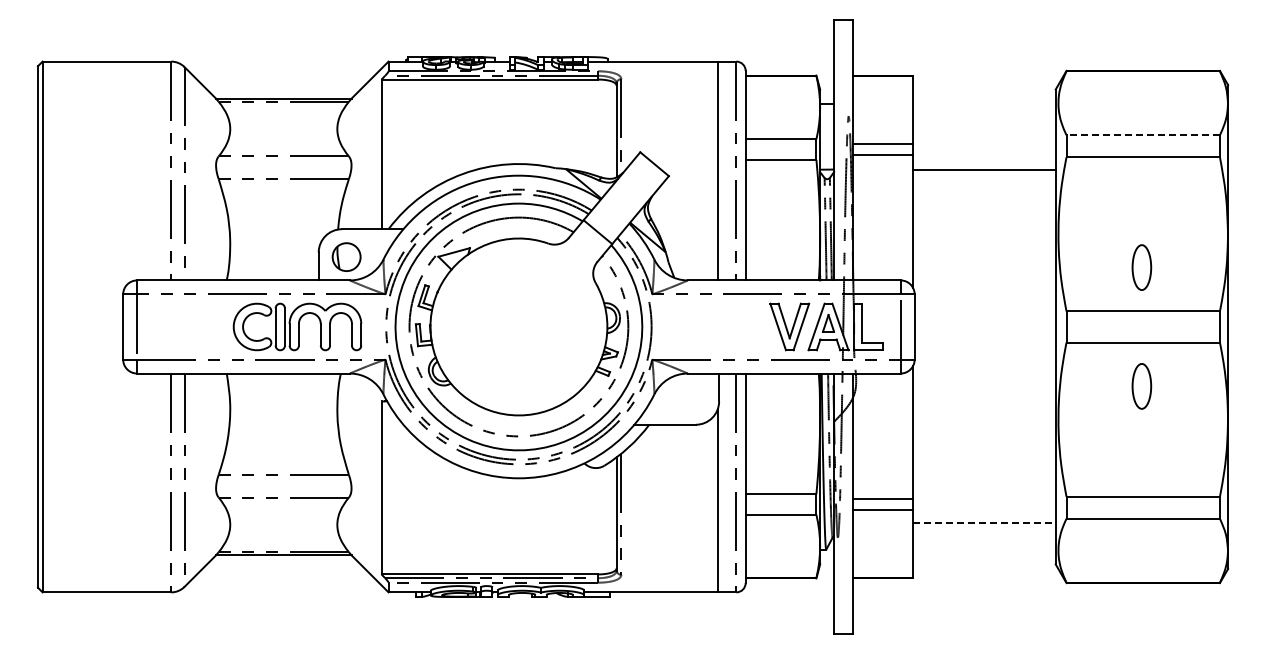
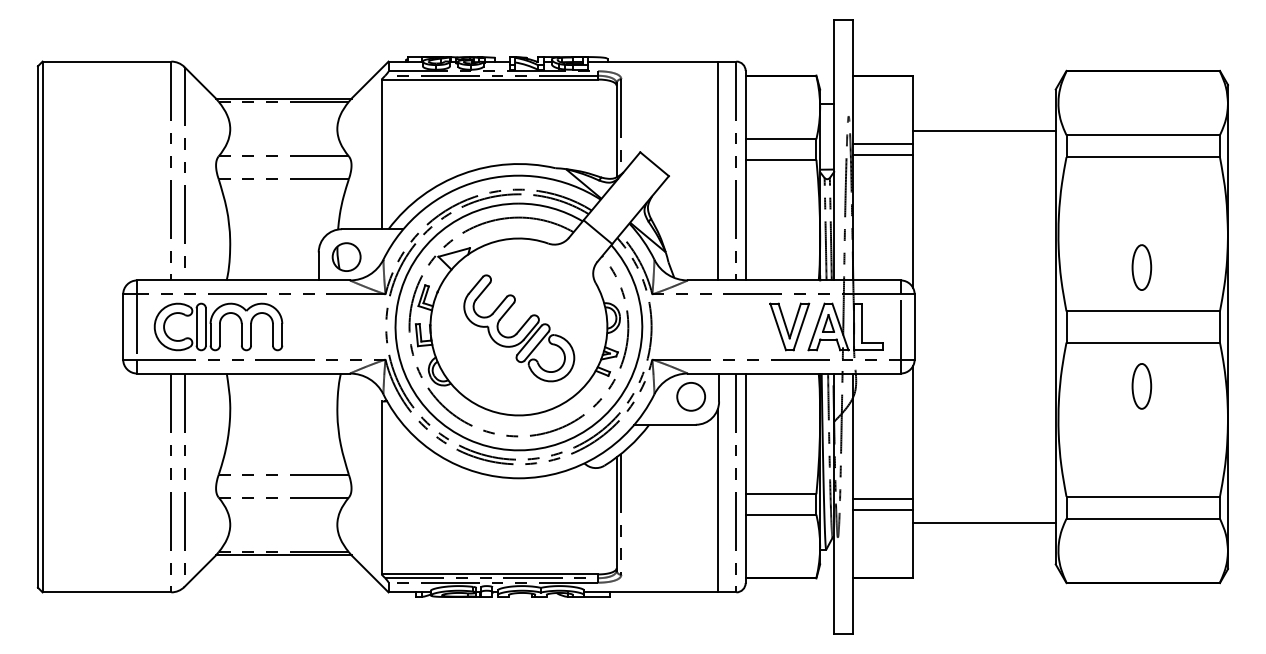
line at (1143, 135): dashed -> solid
line at (984, 170) position: (984, 170) -> (984, 131)
part at (297, 326) position: (297, 326) -> (218, 326)
part at (519, 328): none -> present
circle at (690, 396): none -> present
line at (985, 522): dashed -> solid
